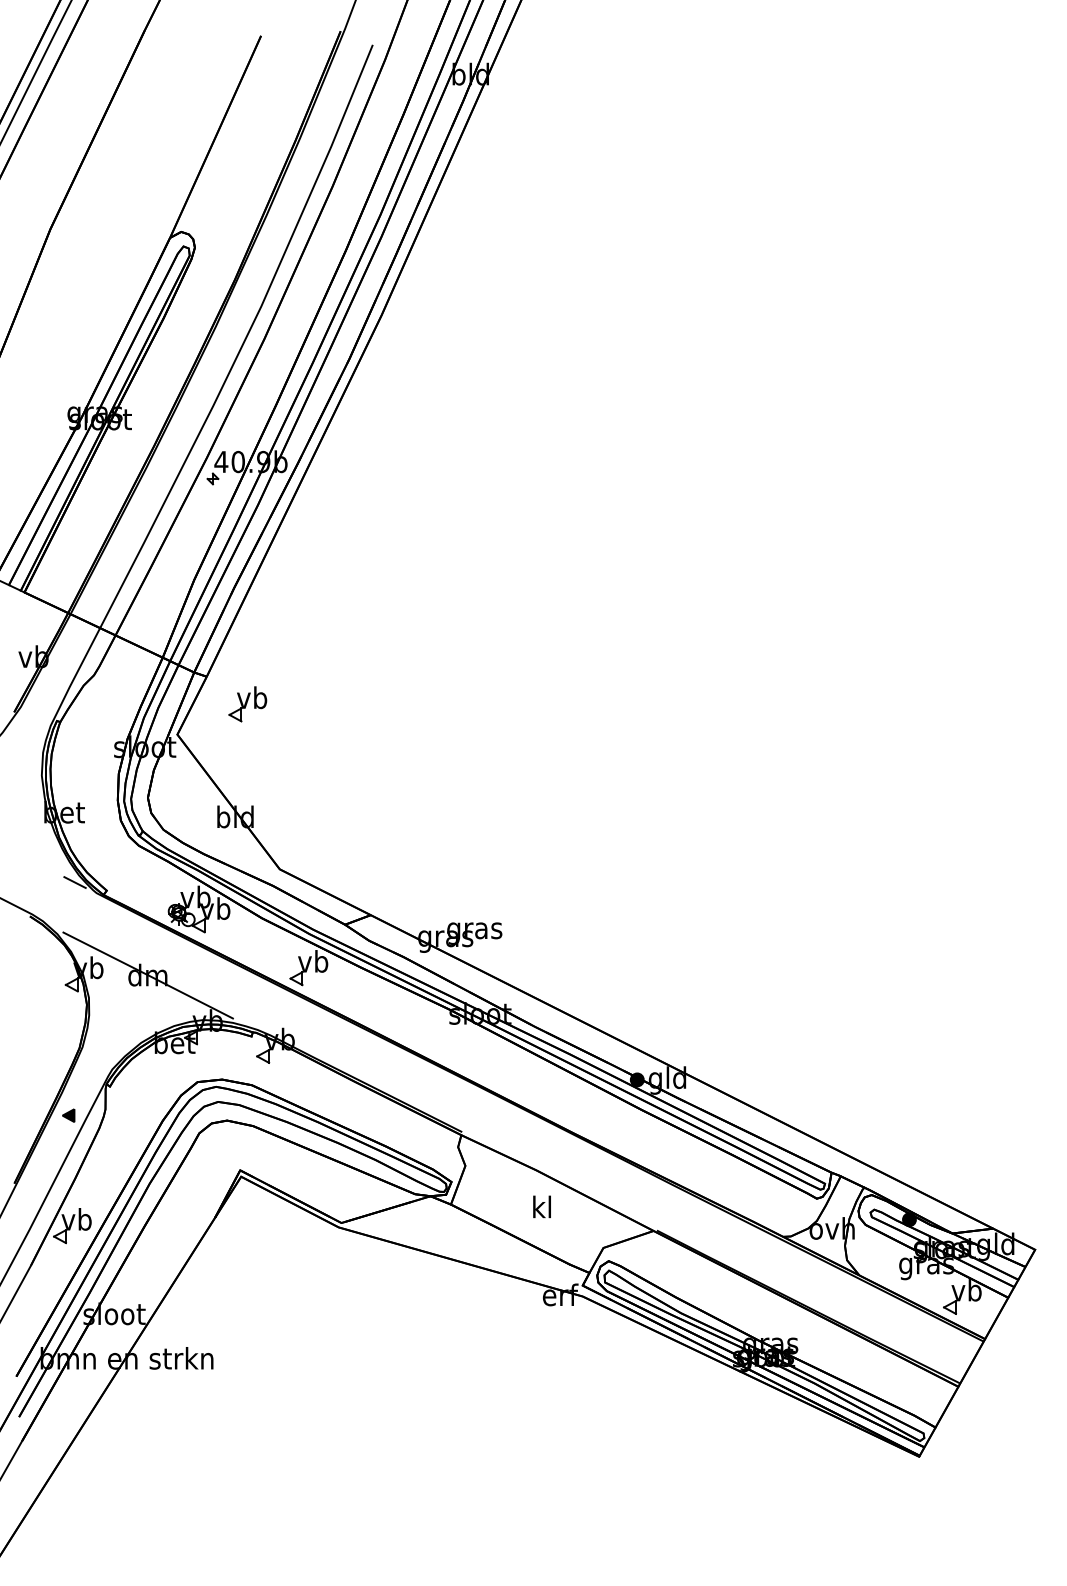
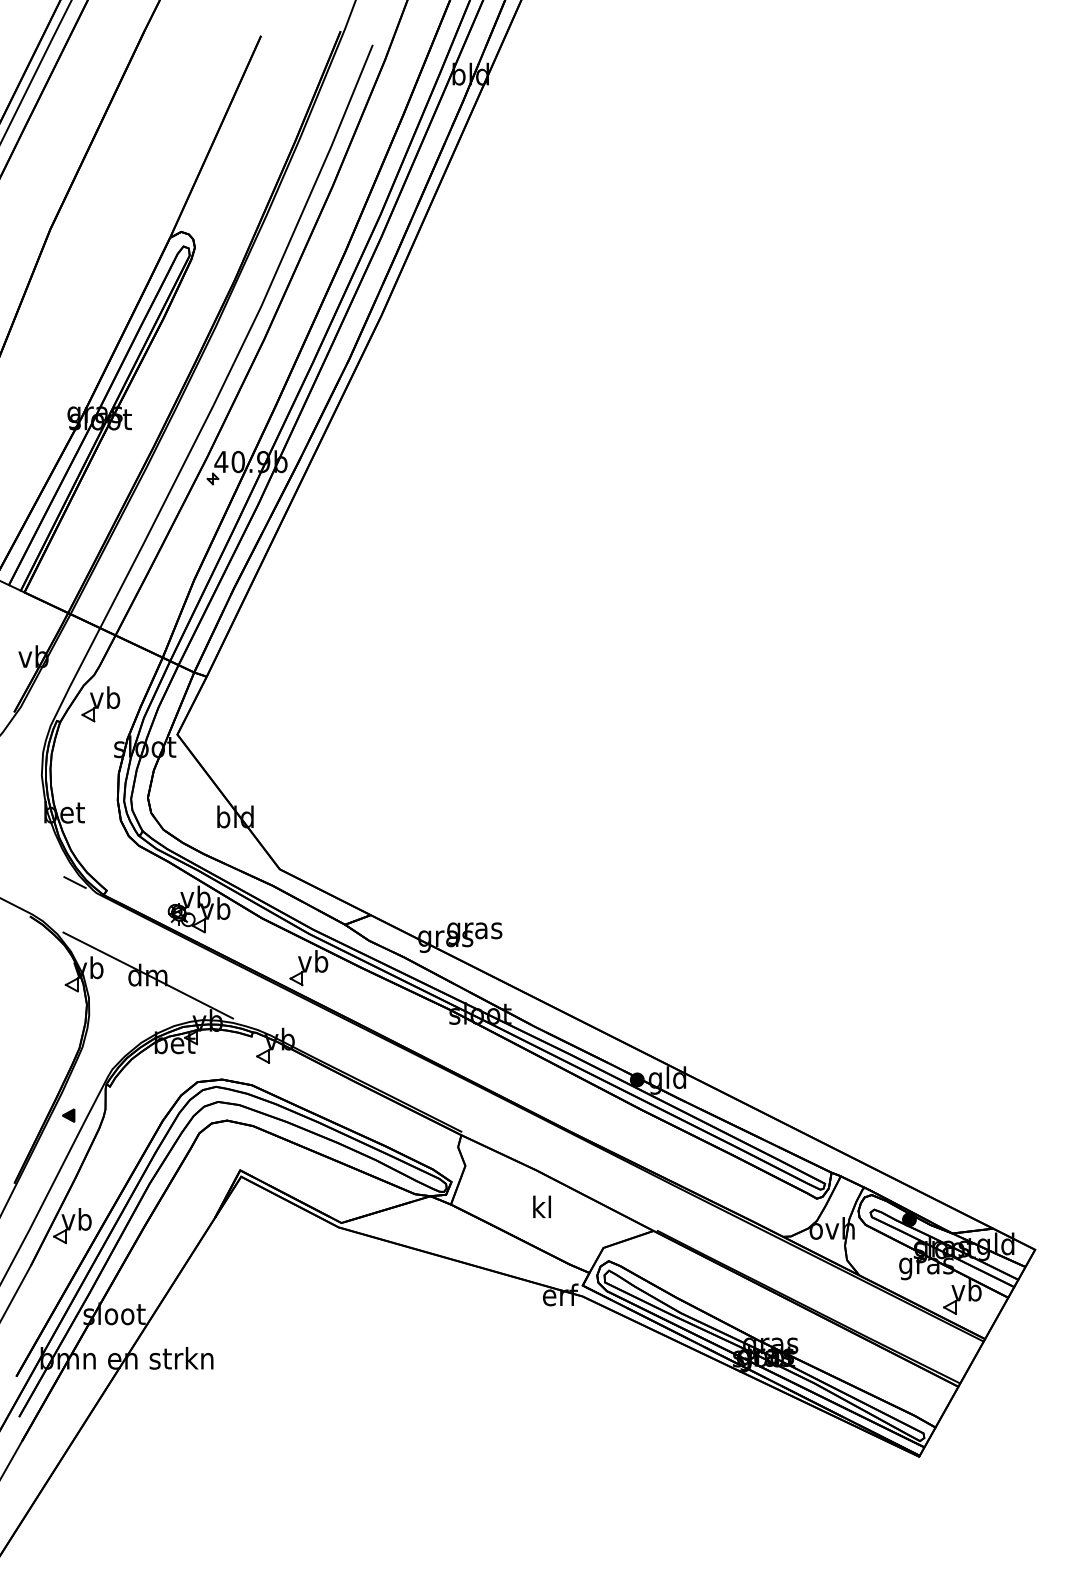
part at (247, 704) position: (247, 704) -> (100, 704)
